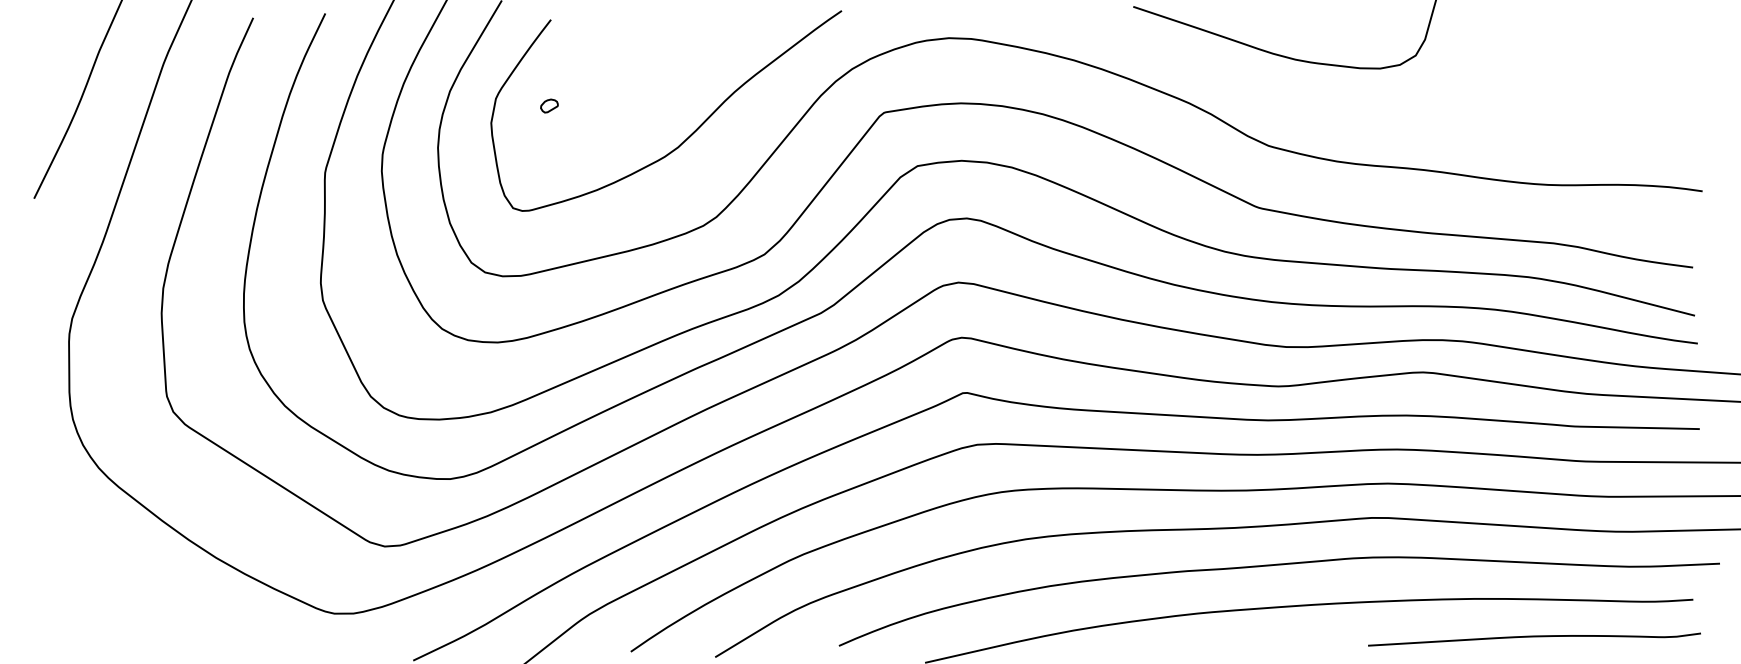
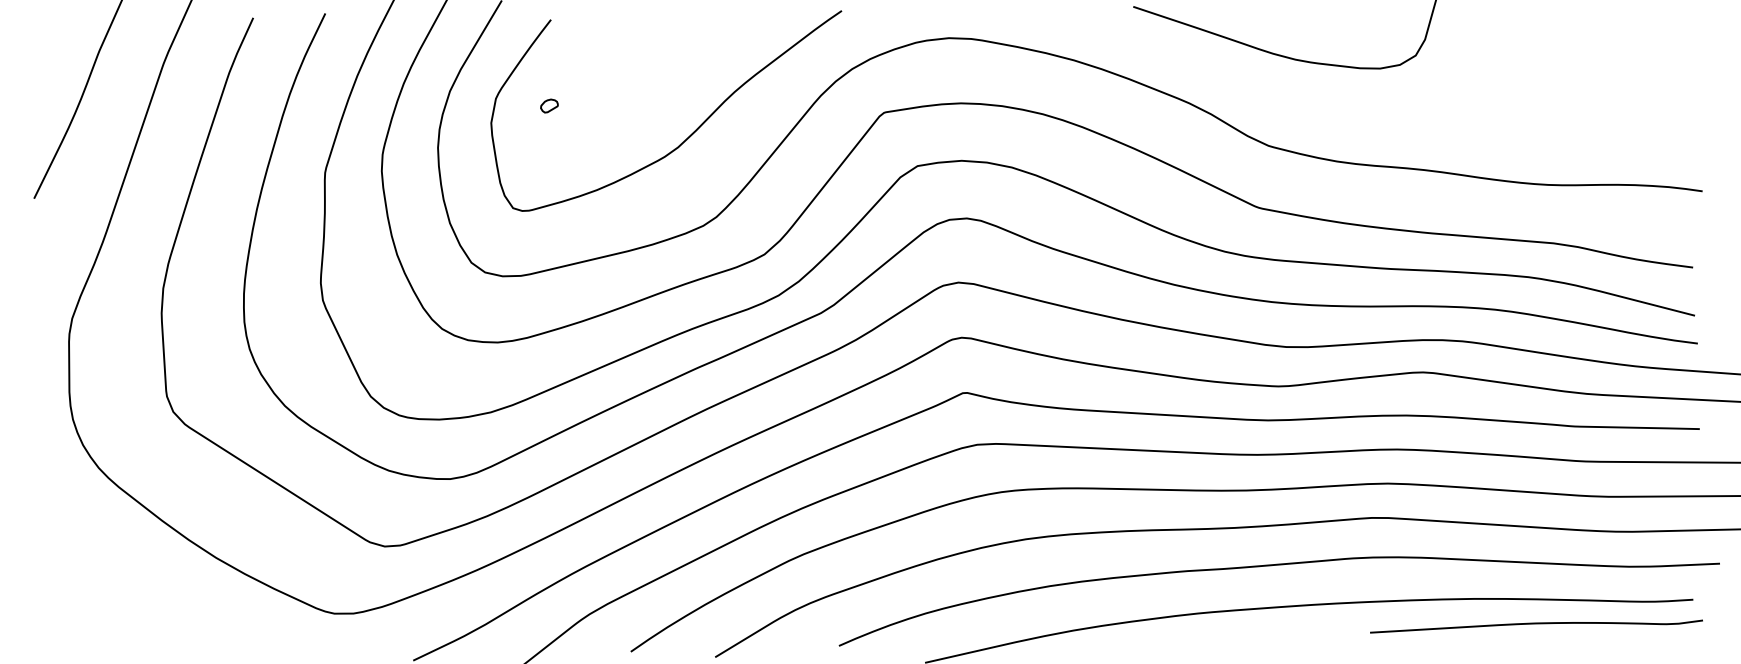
curve at (1534, 637) position: (1534, 637) -> (1536, 624)
